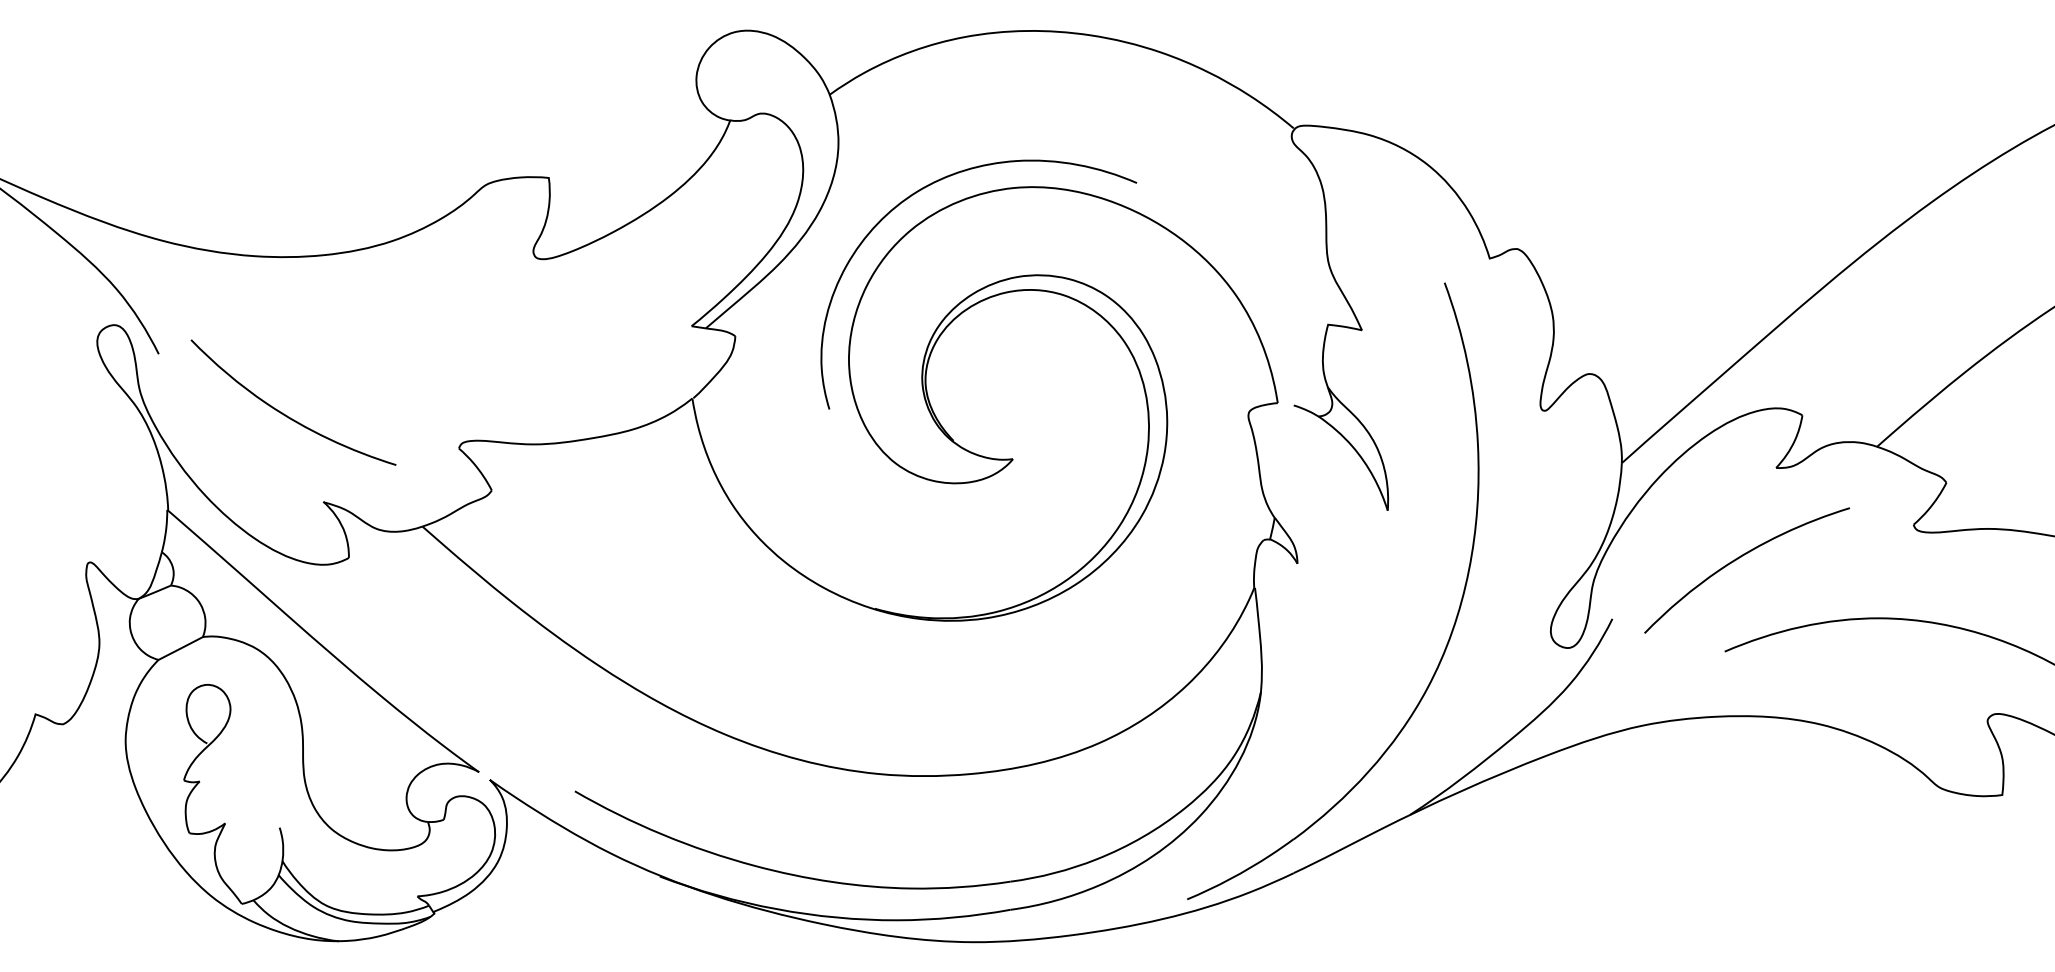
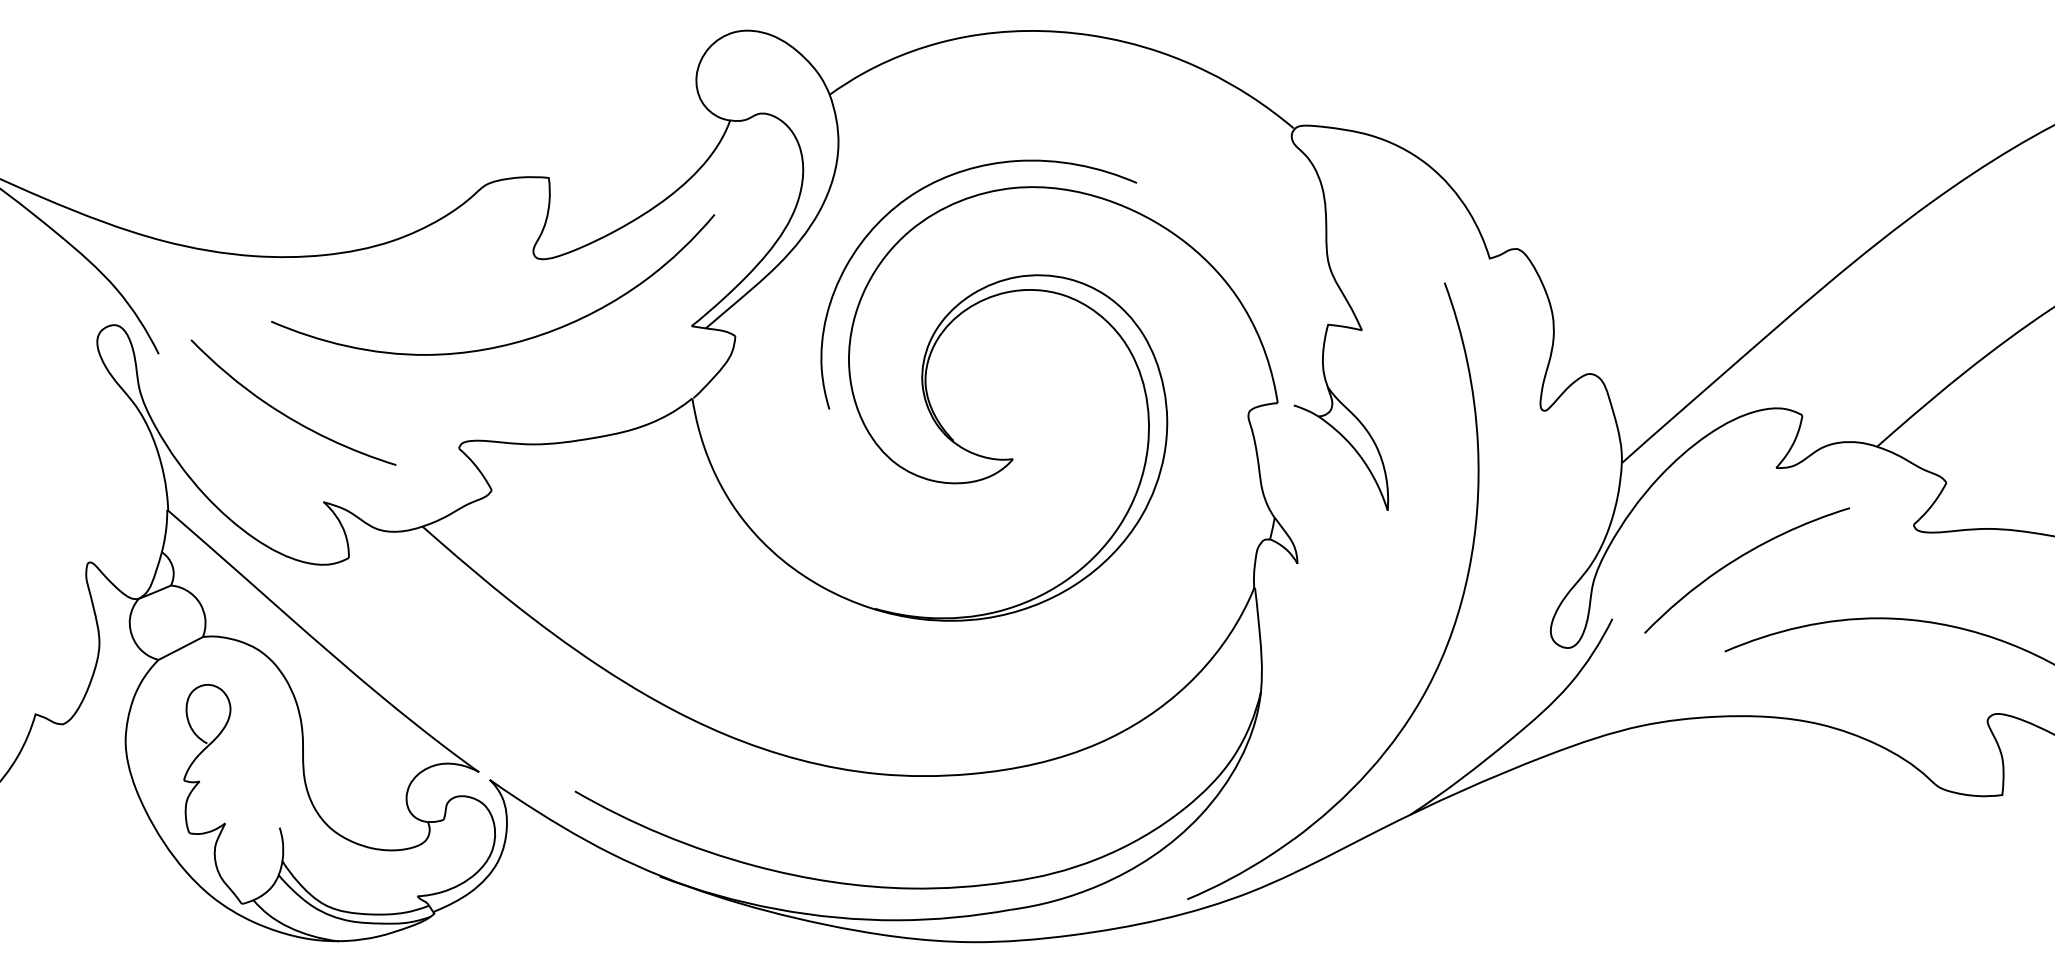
curve at (507, 343): none -> present
